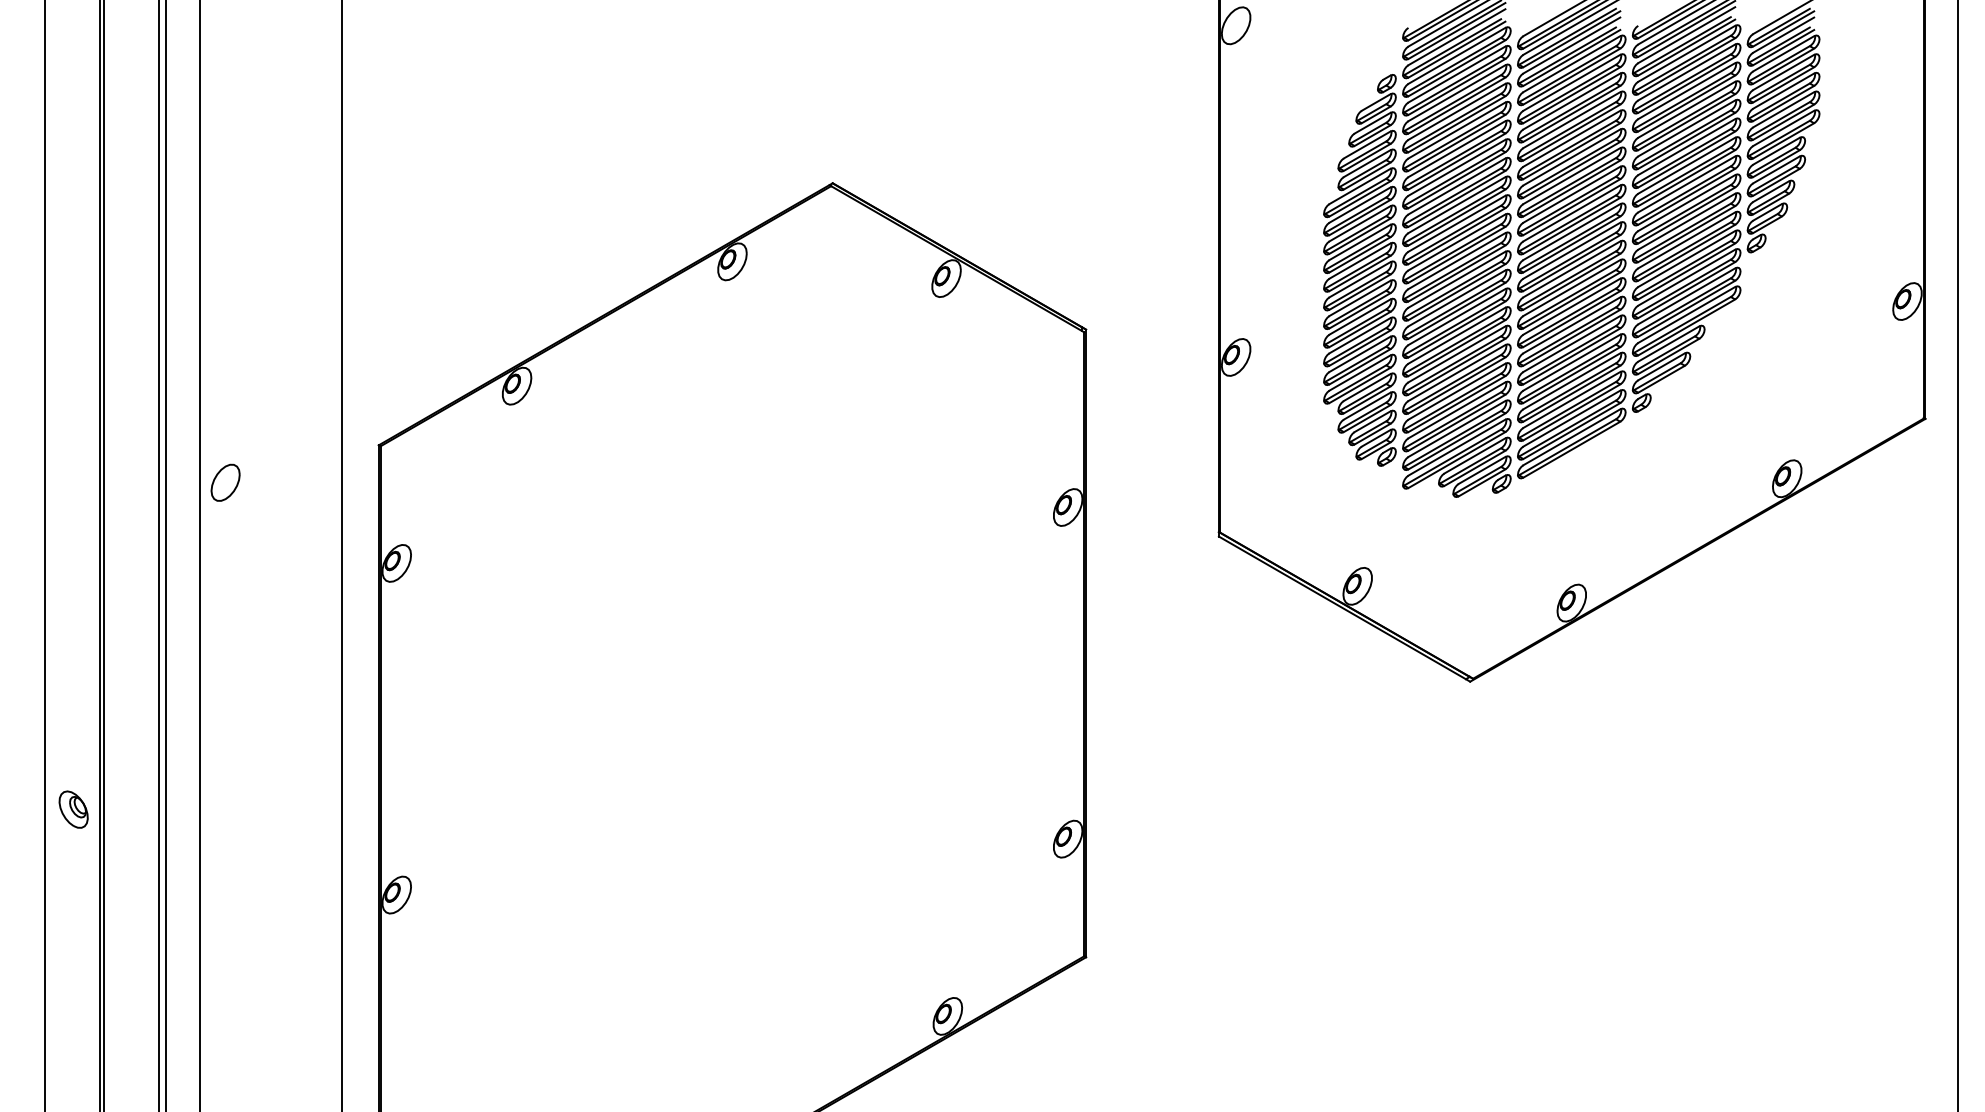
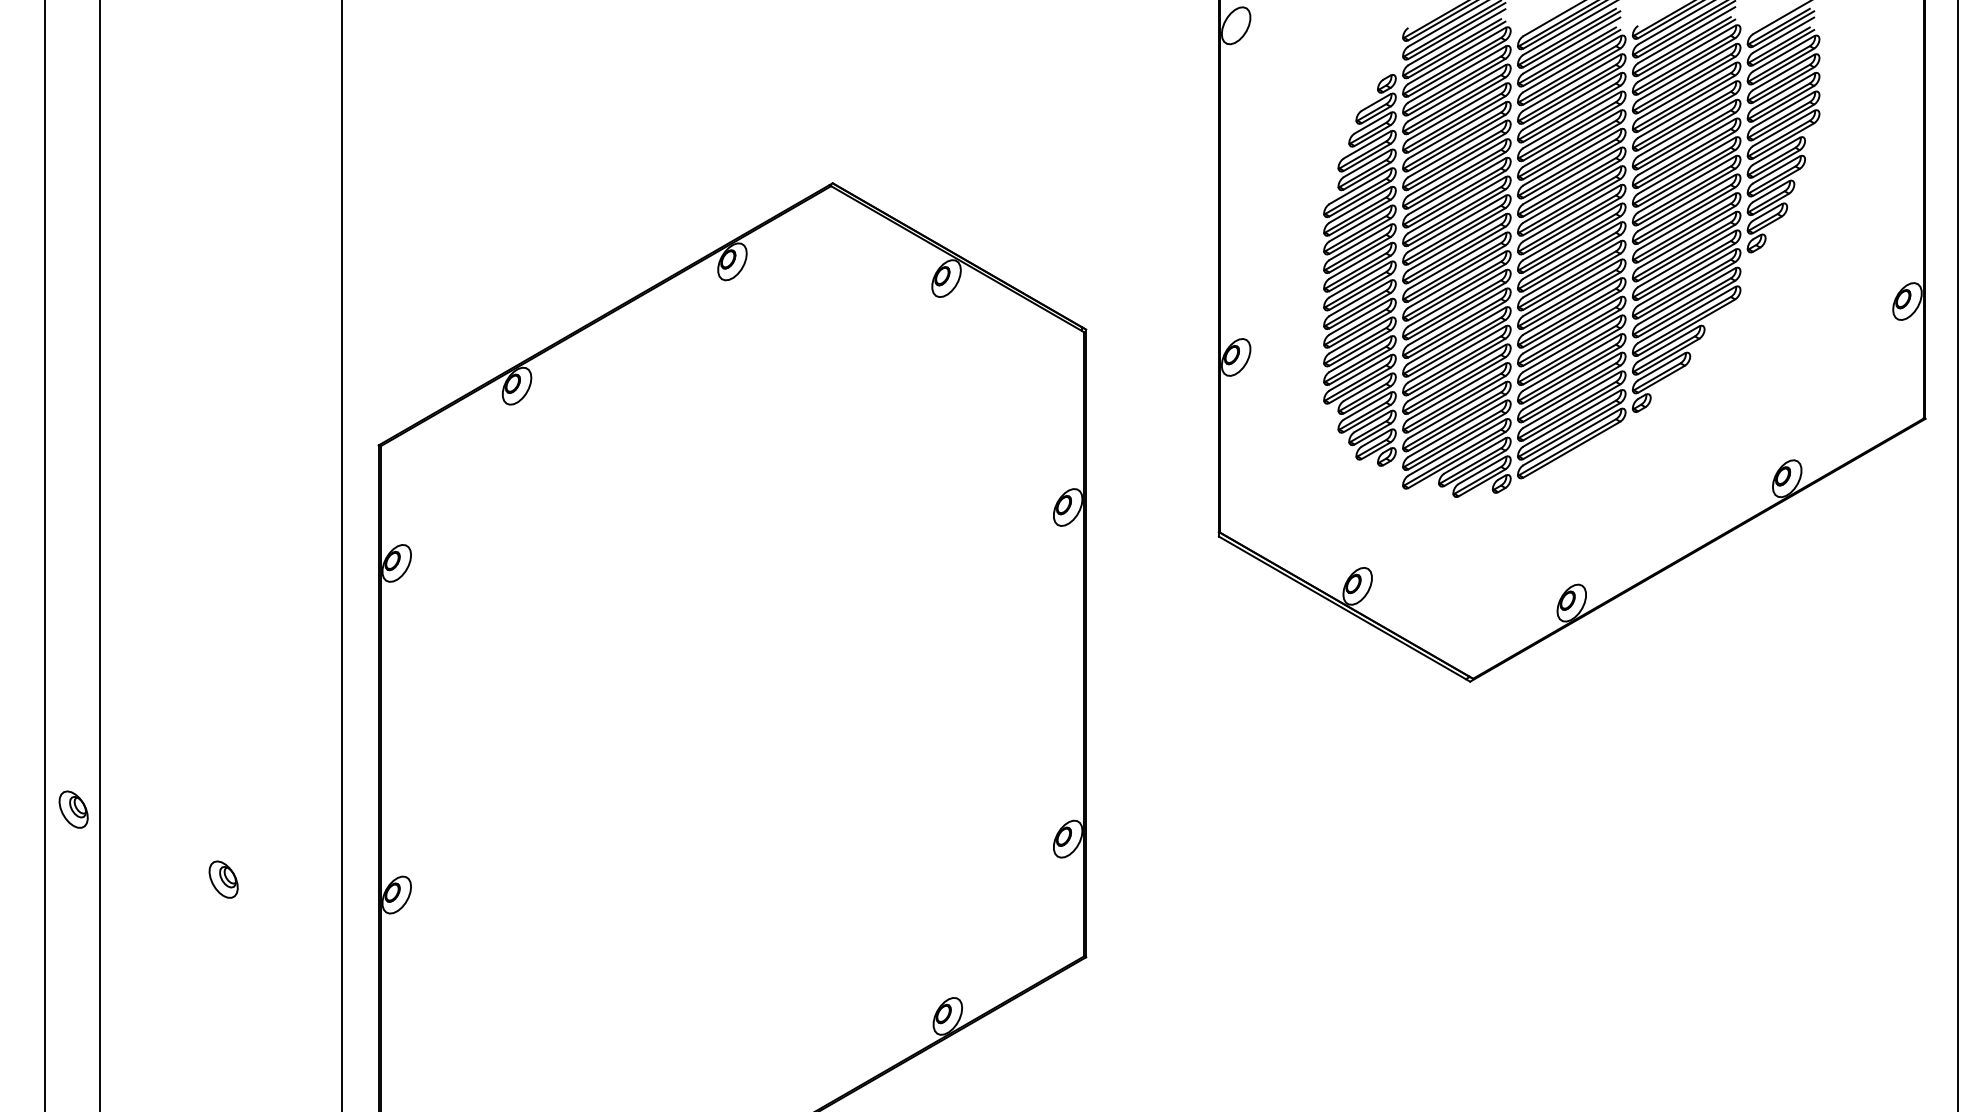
part at (225, 482): present -> none
line at (103, 555): present -> none
line at (158, 555): present -> none
line at (166, 555): present -> none
line at (200, 555): present -> none
part at (223, 879): none -> present
